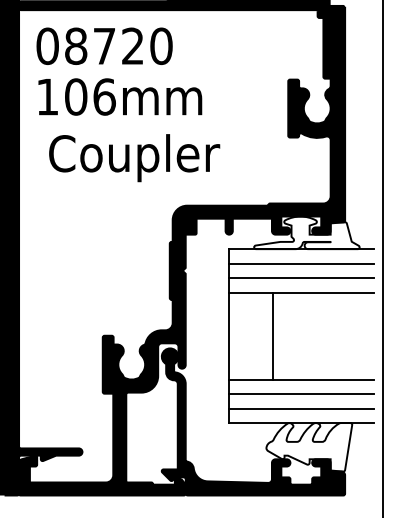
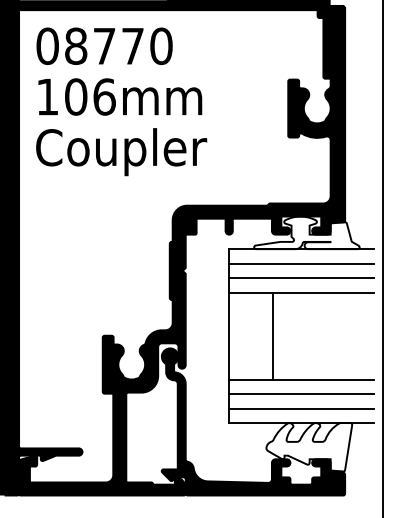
text at (132, 45): 08720 -> 08770
text at (134, 158) position: (134, 158) -> (121, 152)
